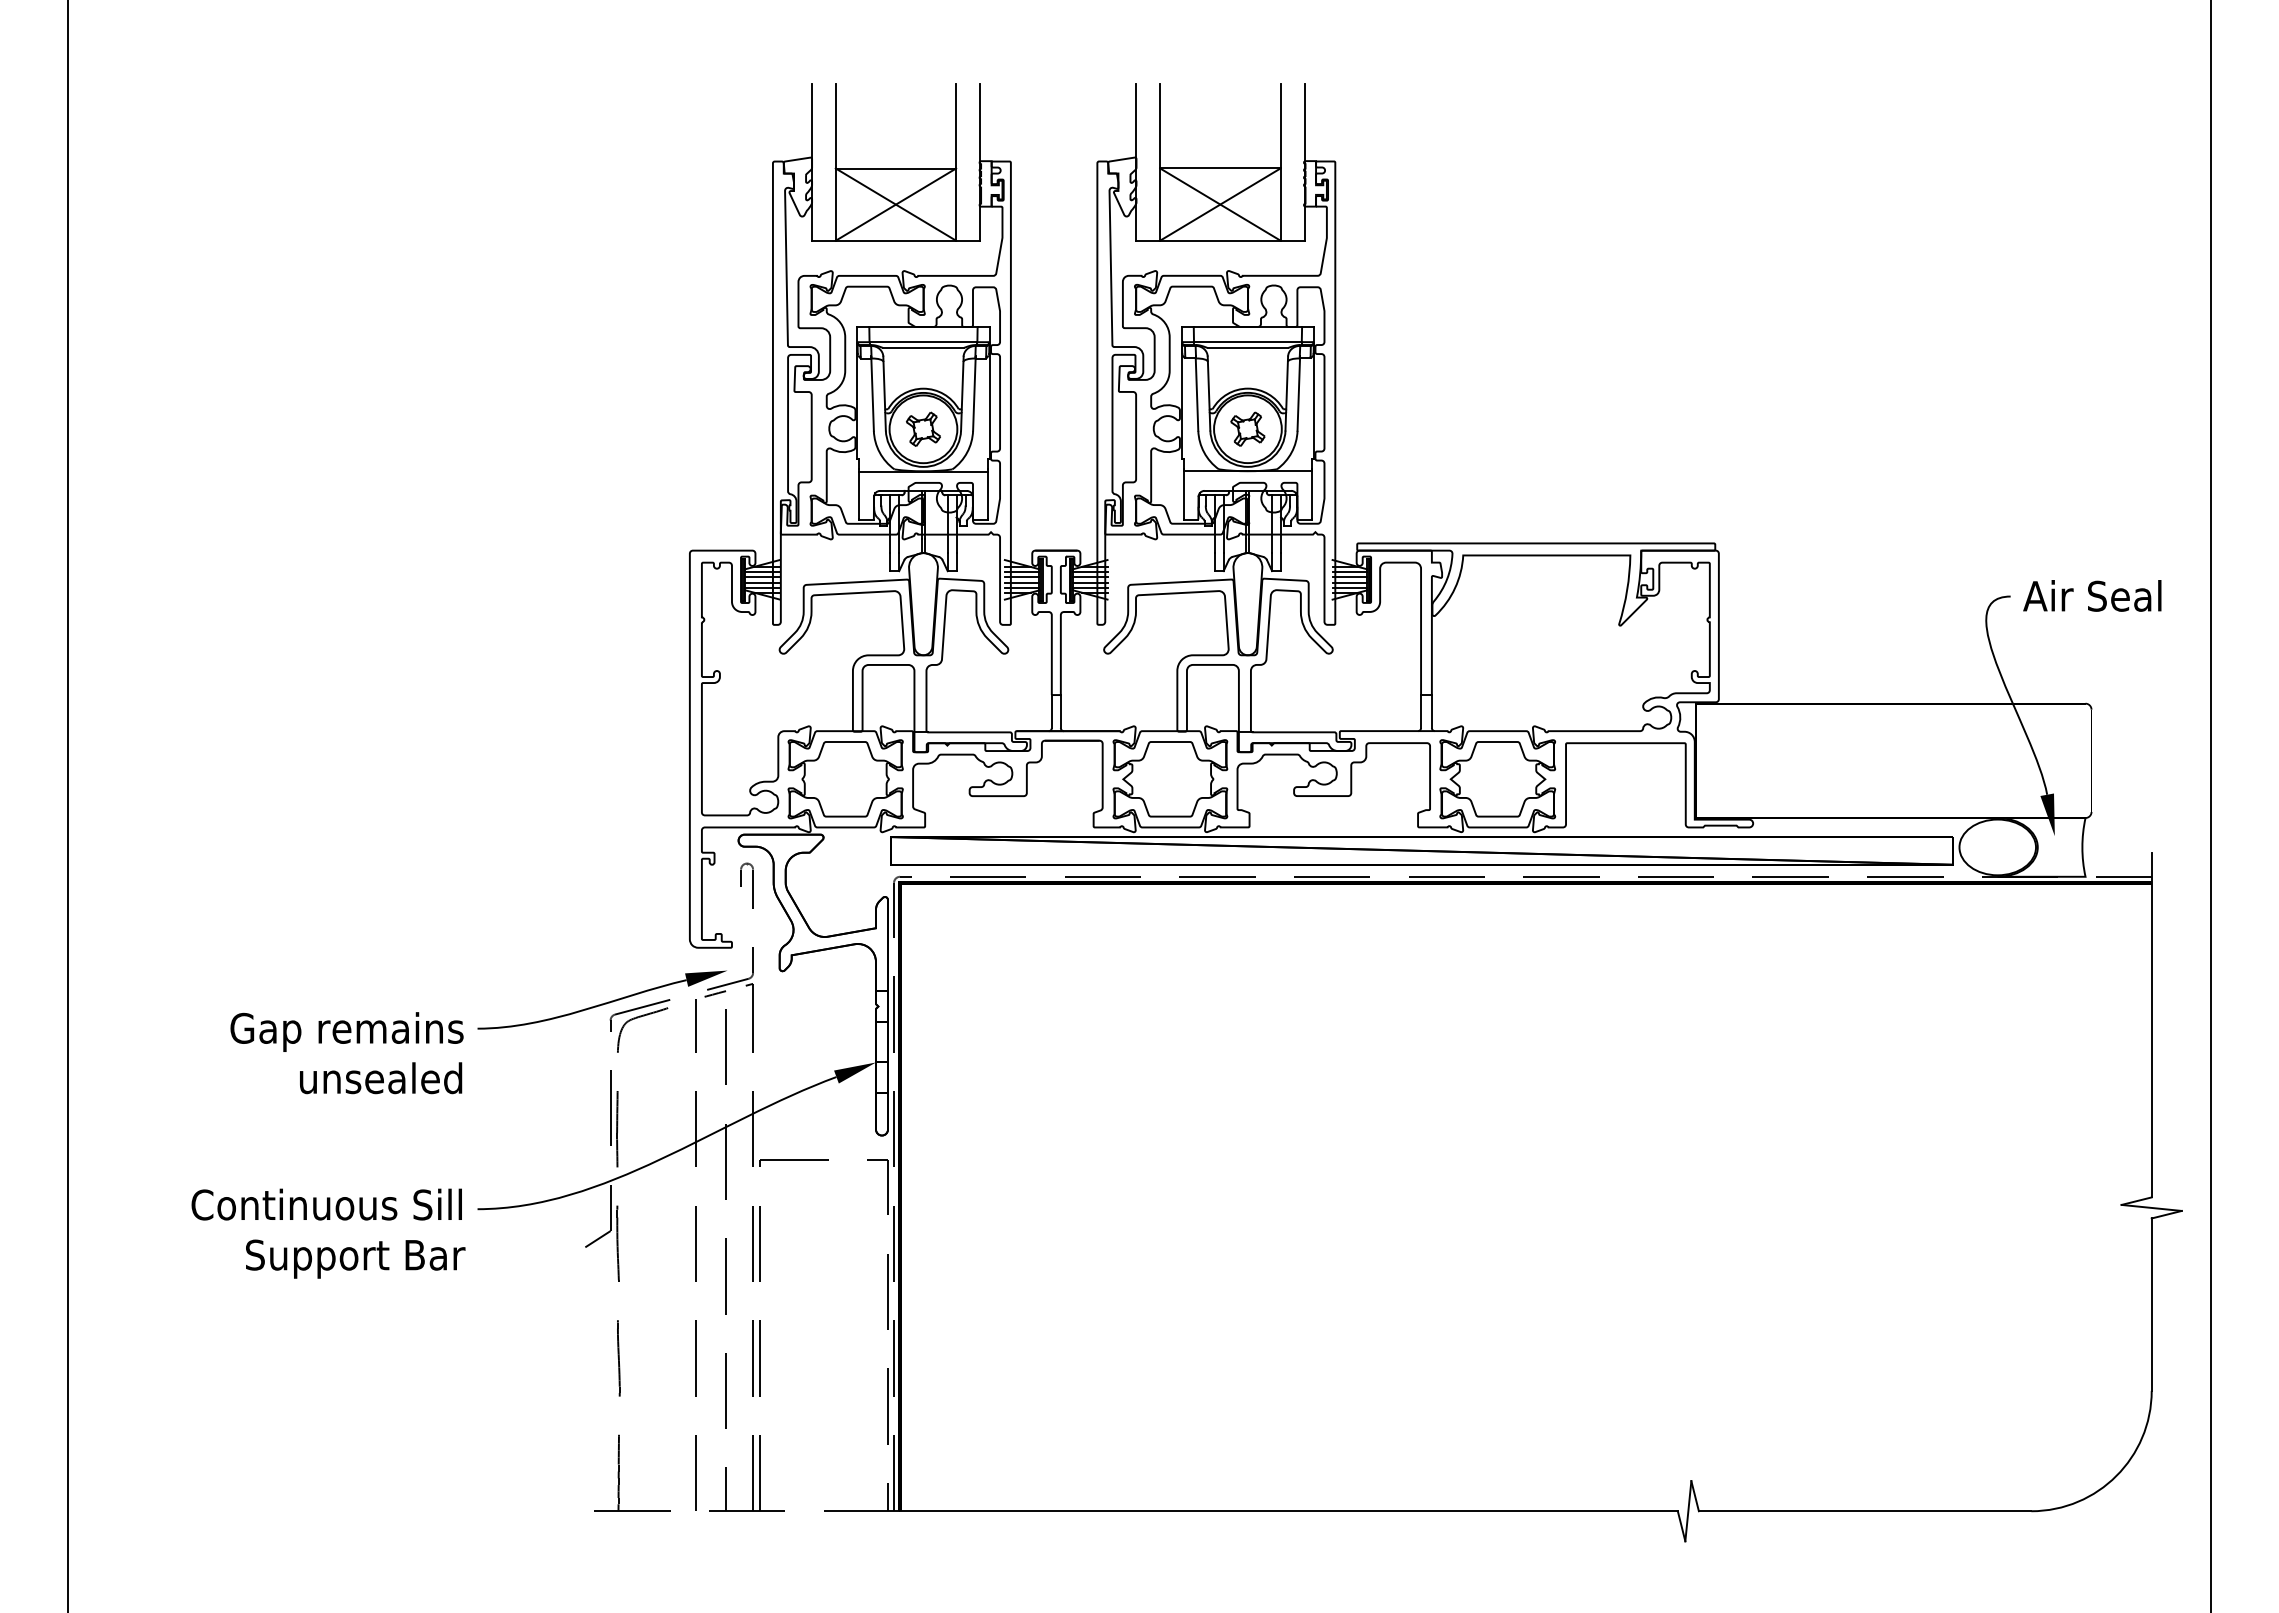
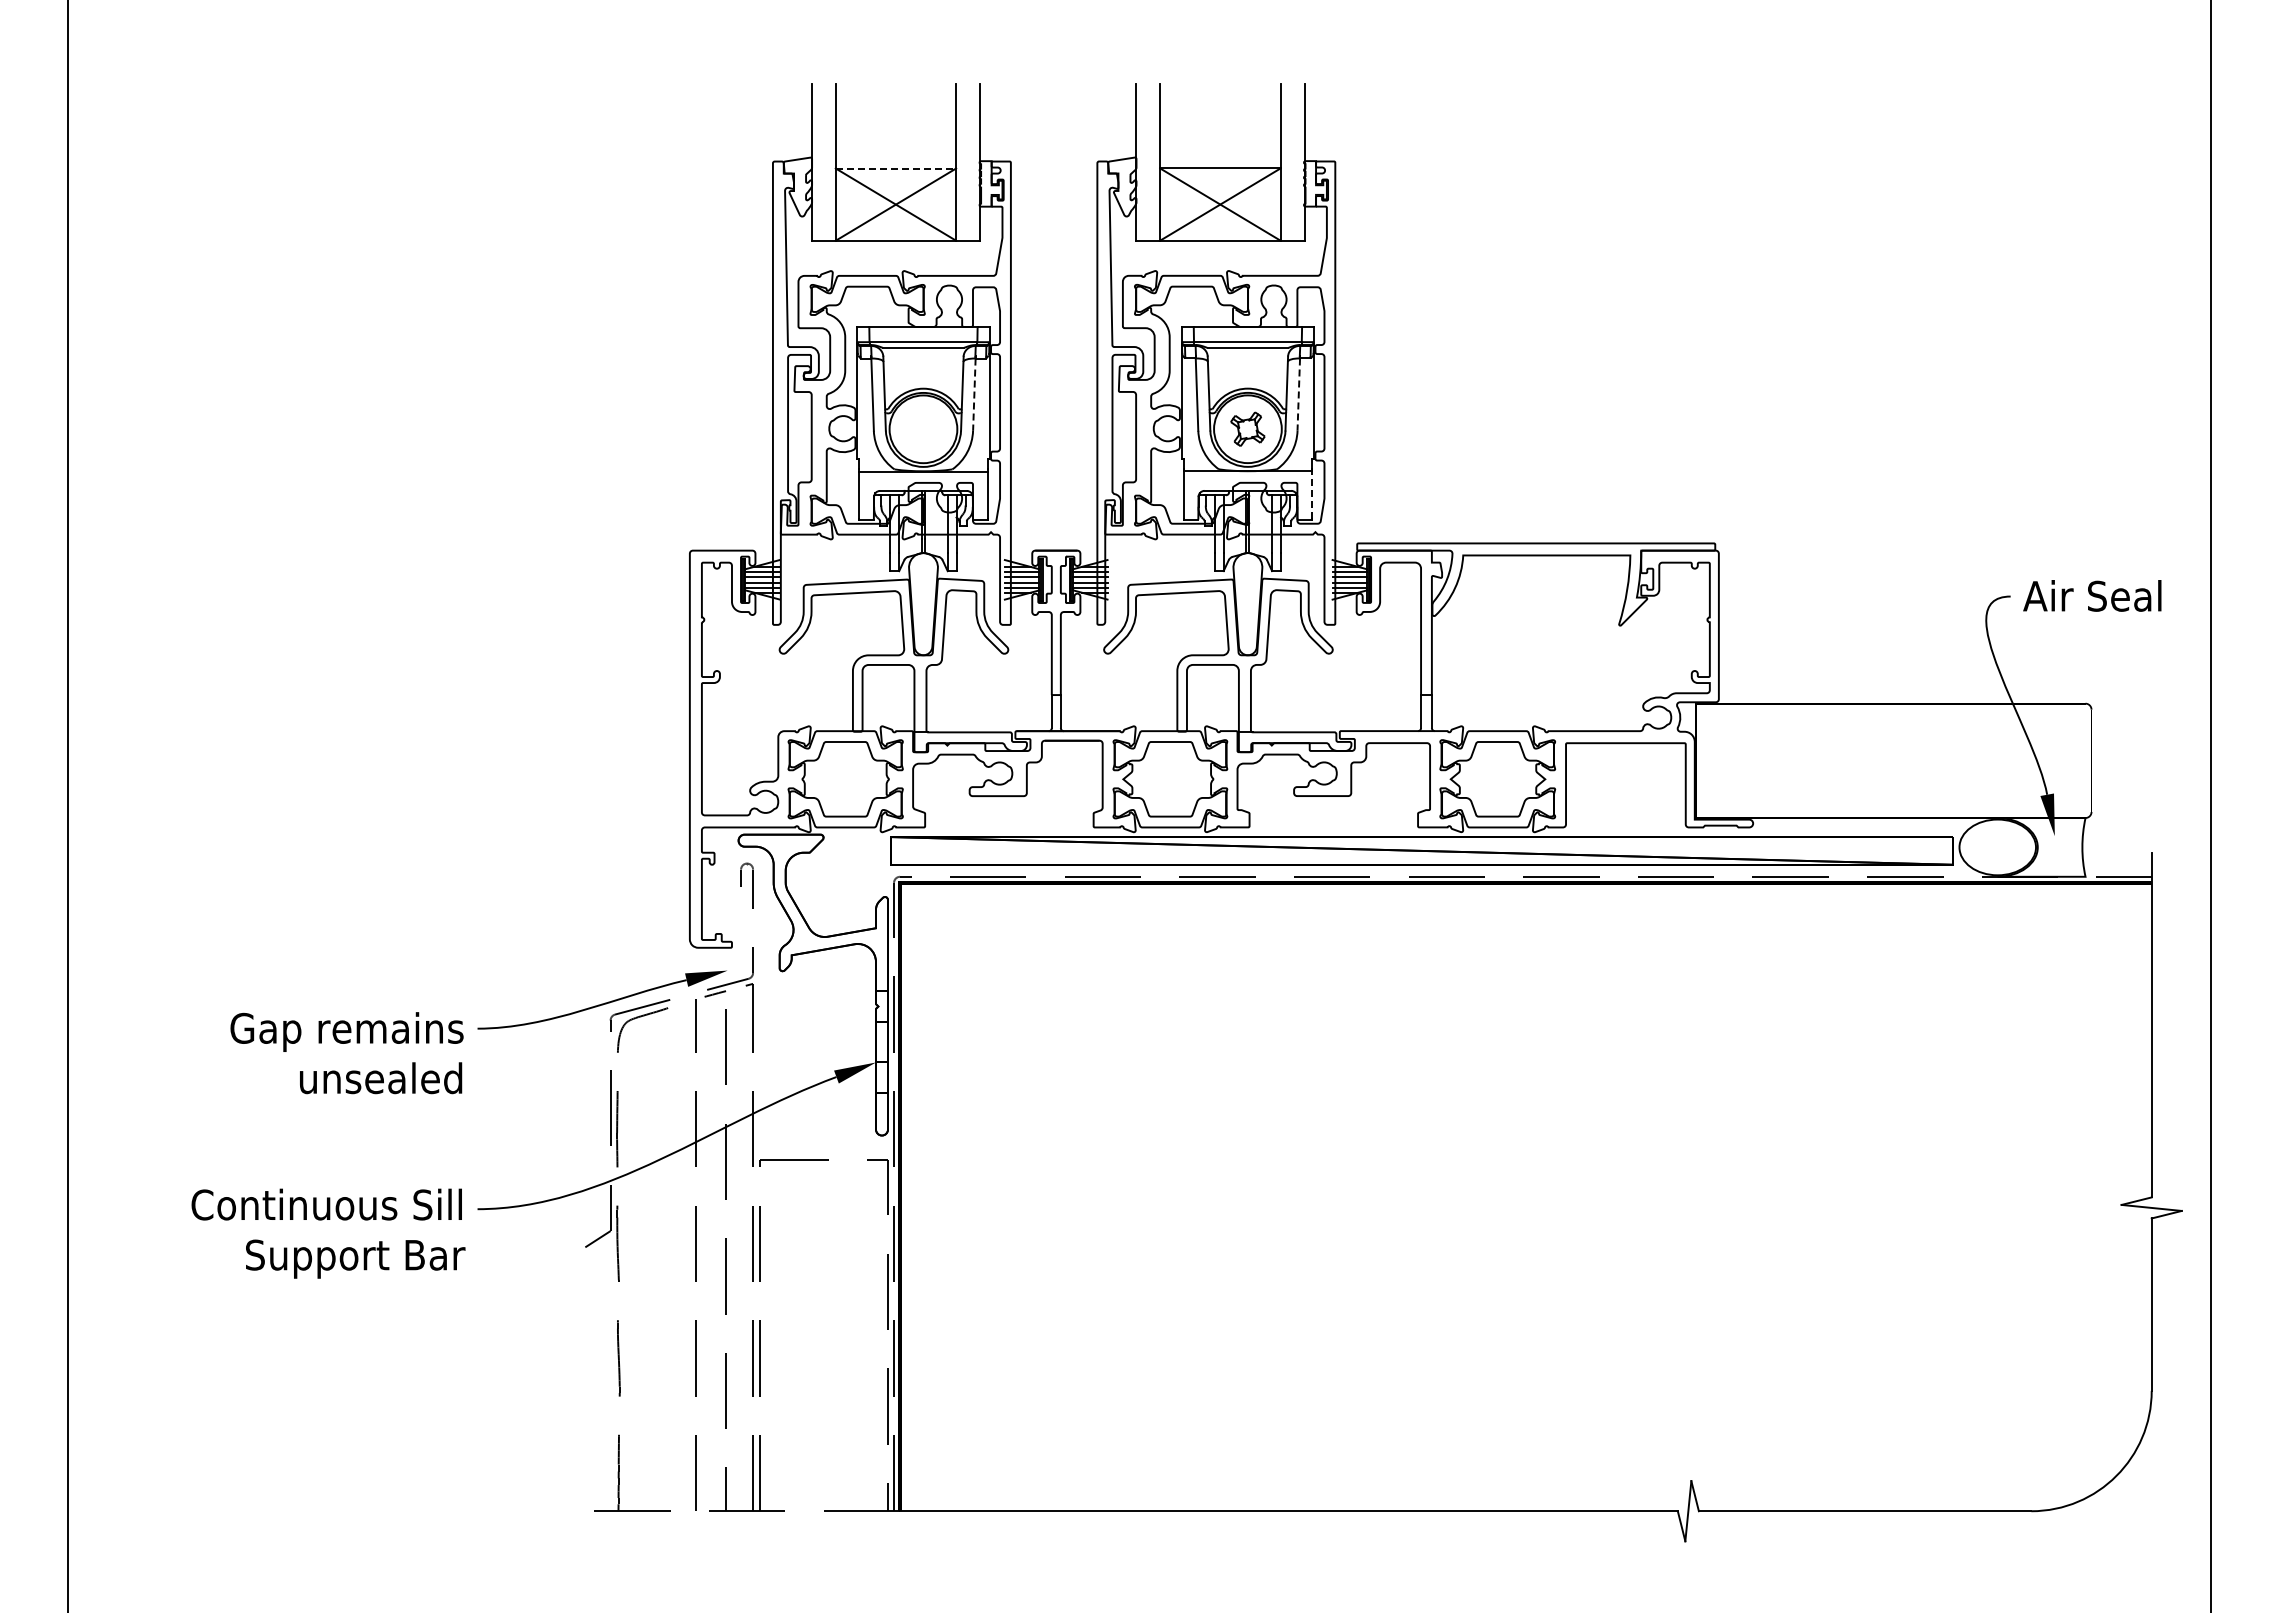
line at (896, 168): solid -> dashed
line at (974, 395): solid -> dashed
line at (1298, 395): solid -> dashed
part at (923, 428): present -> none
line at (1312, 495): solid -> dashed
